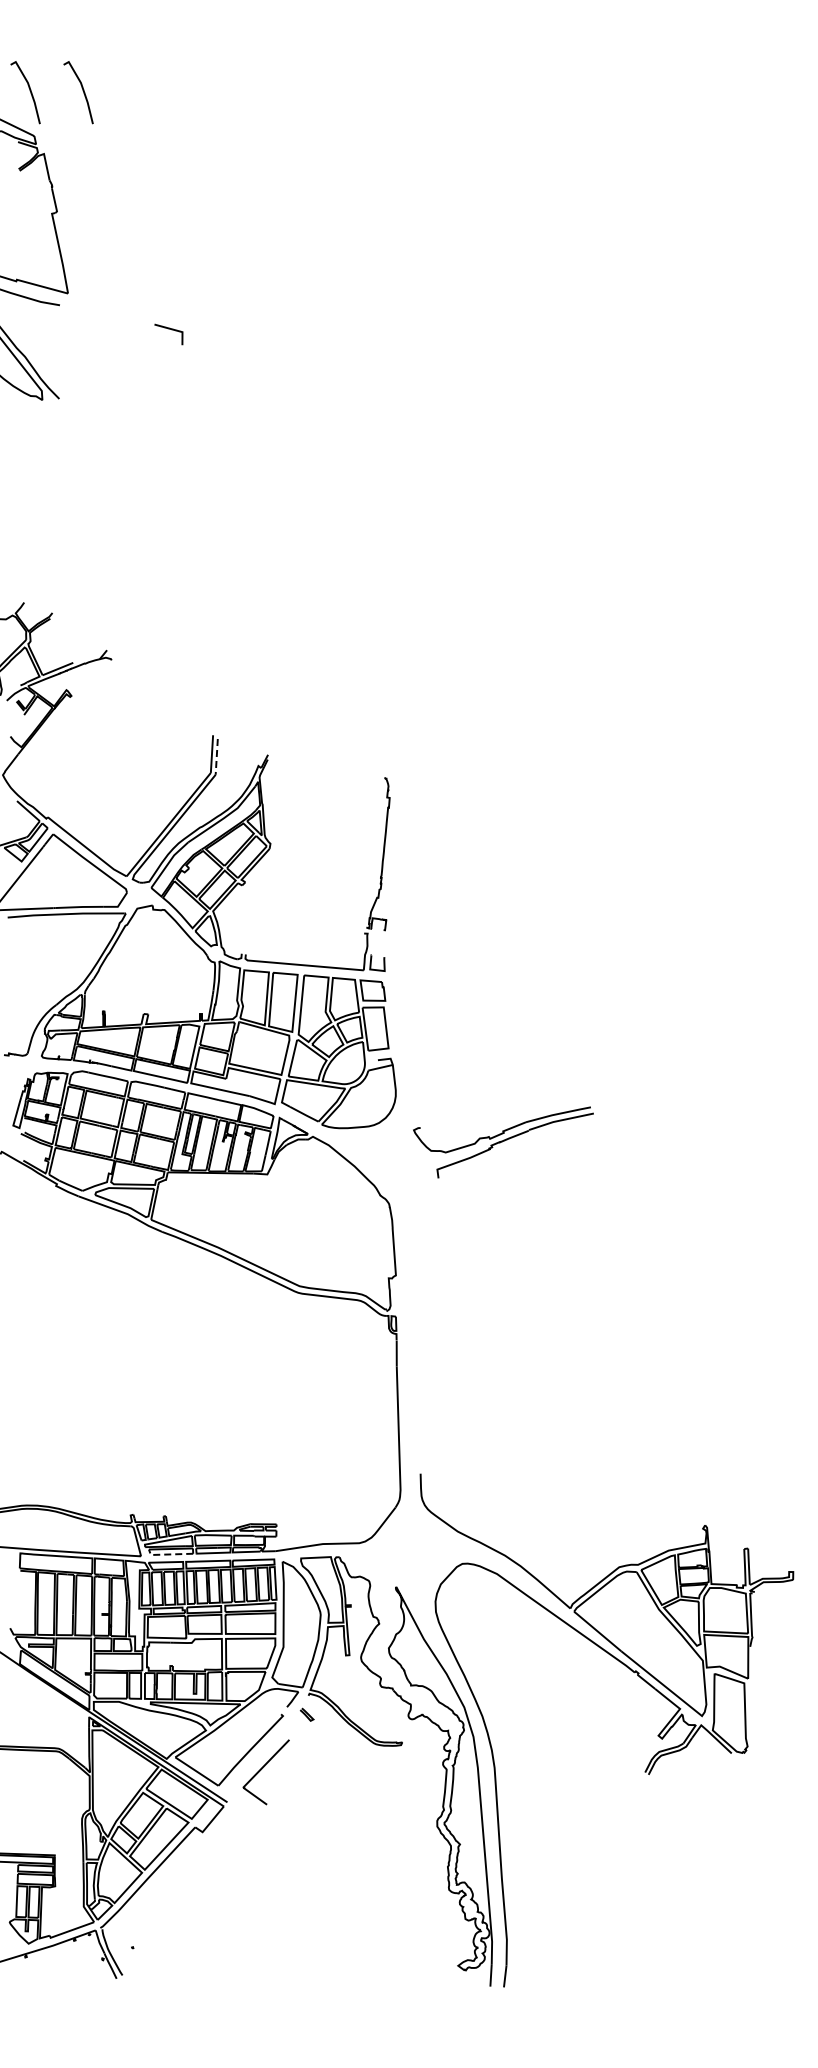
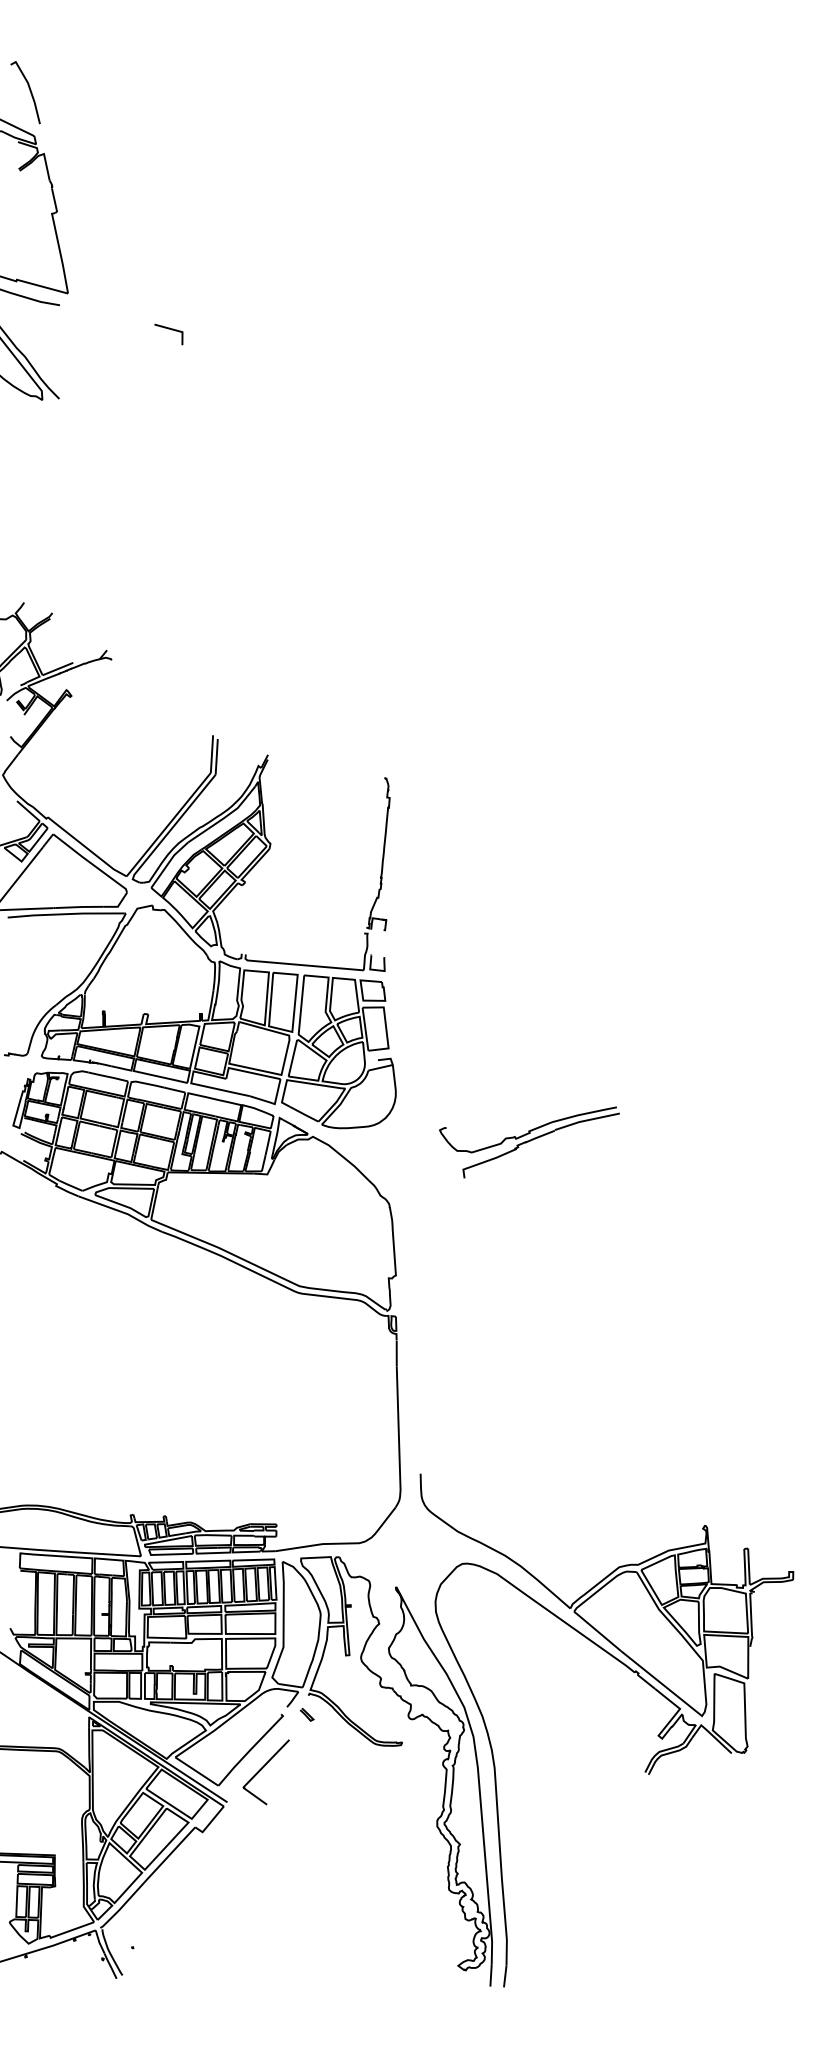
line at (82, 90): present -> none
line at (216, 756): dashed -> solid
part at (503, 1142) position: (503, 1142) -> (529, 1142)
line at (168, 1554): dashed -> solid
